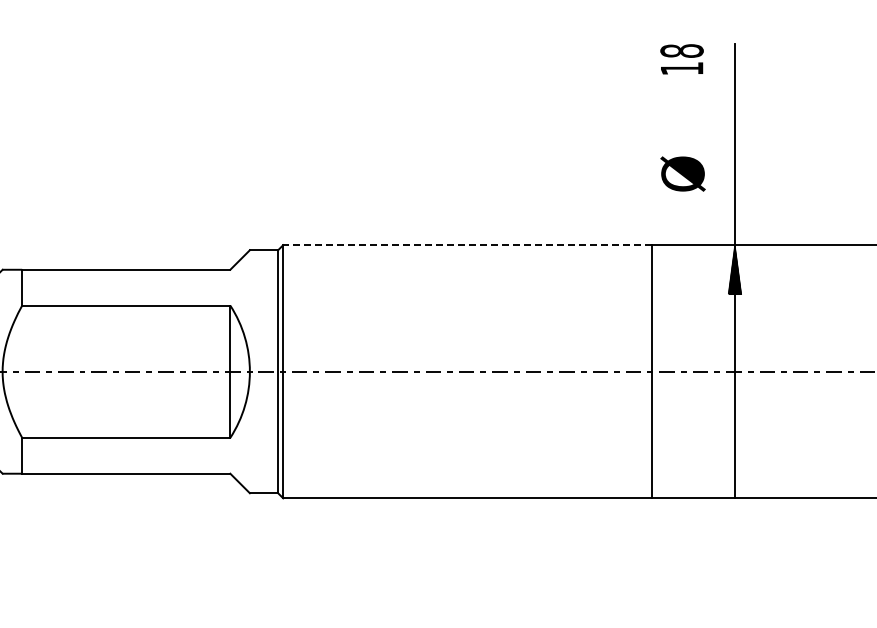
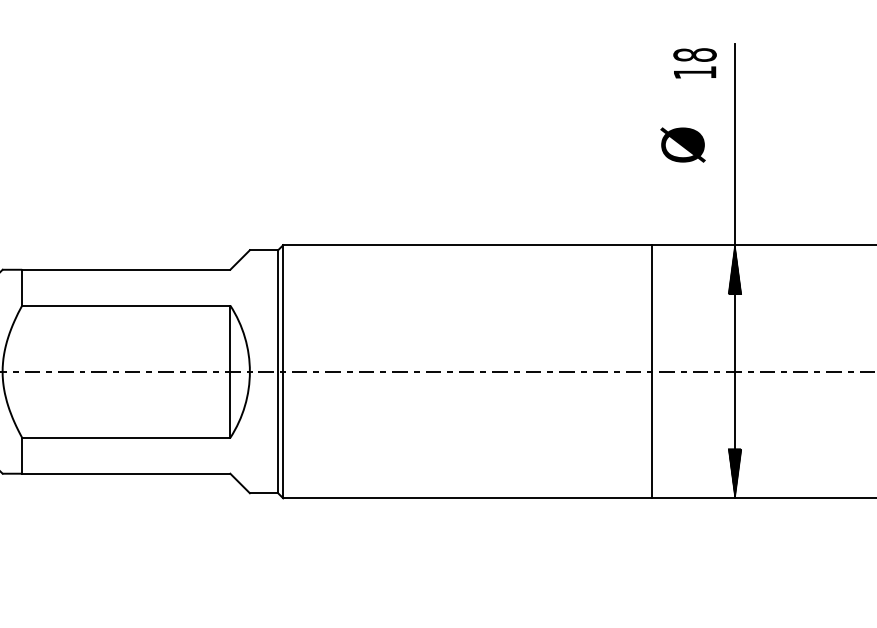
text at (681, 59) position: (681, 59) -> (694, 63)
text at (682, 173) position: (682, 173) -> (682, 144)
line at (467, 245): dashed -> solid
hatch at (734, 473): none -> present
